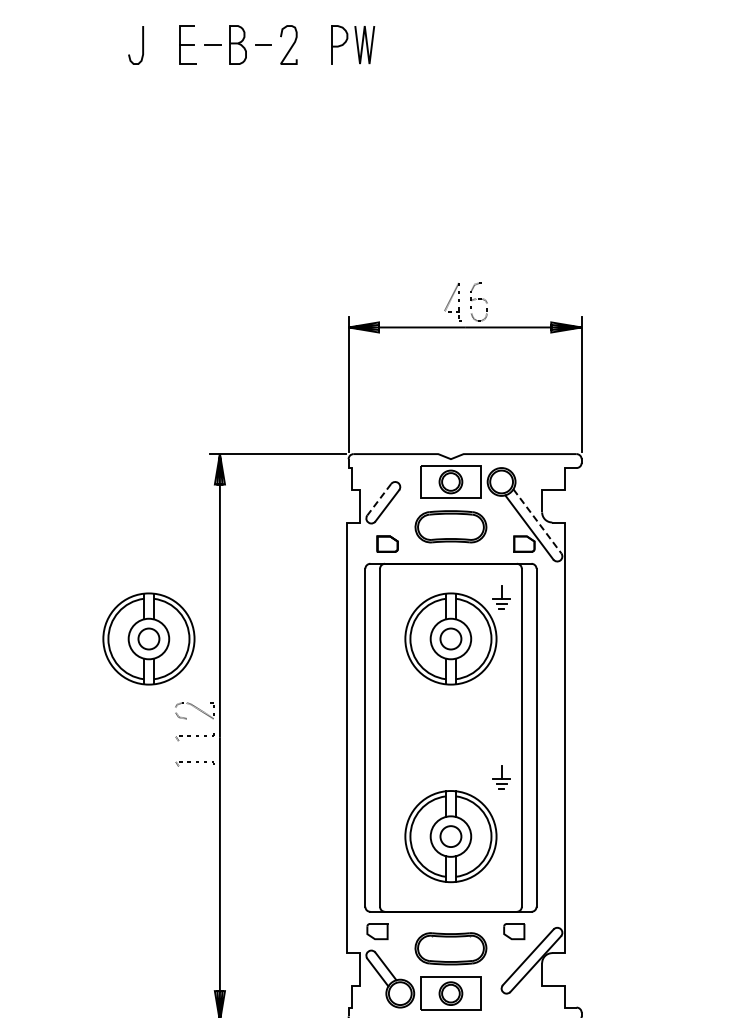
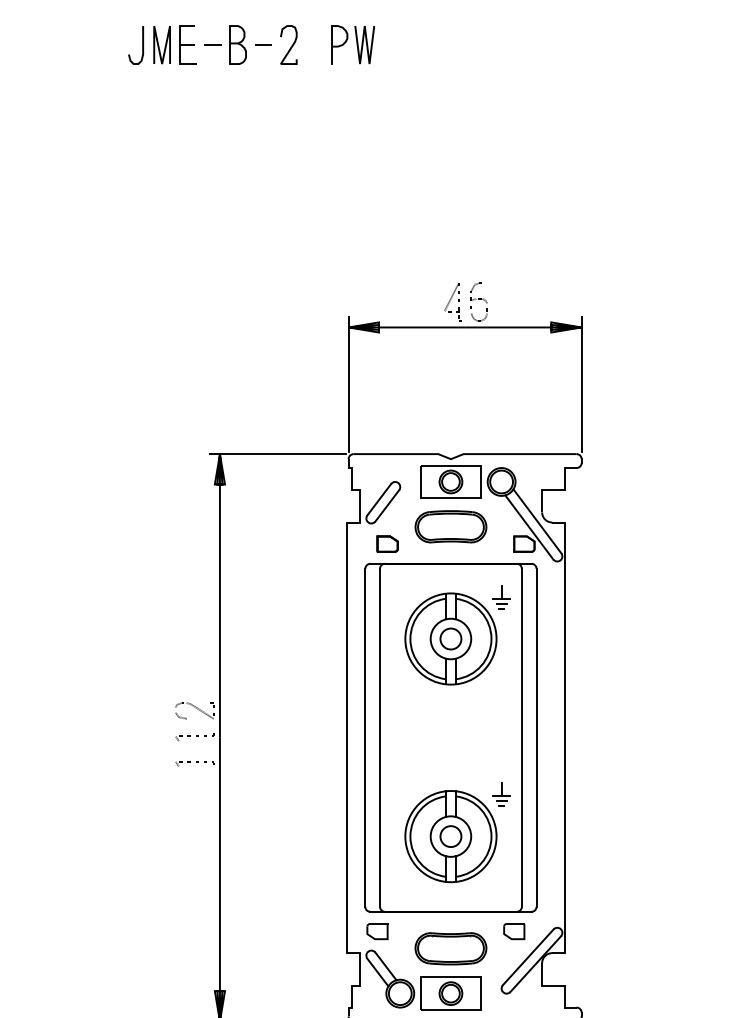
line at (159, 45): none -> present
line at (379, 499): dashed -> solid
line at (537, 521): dashed -> solid
part at (148, 638): present -> none
part at (501, 777) position: (501, 777) -> (501, 794)
